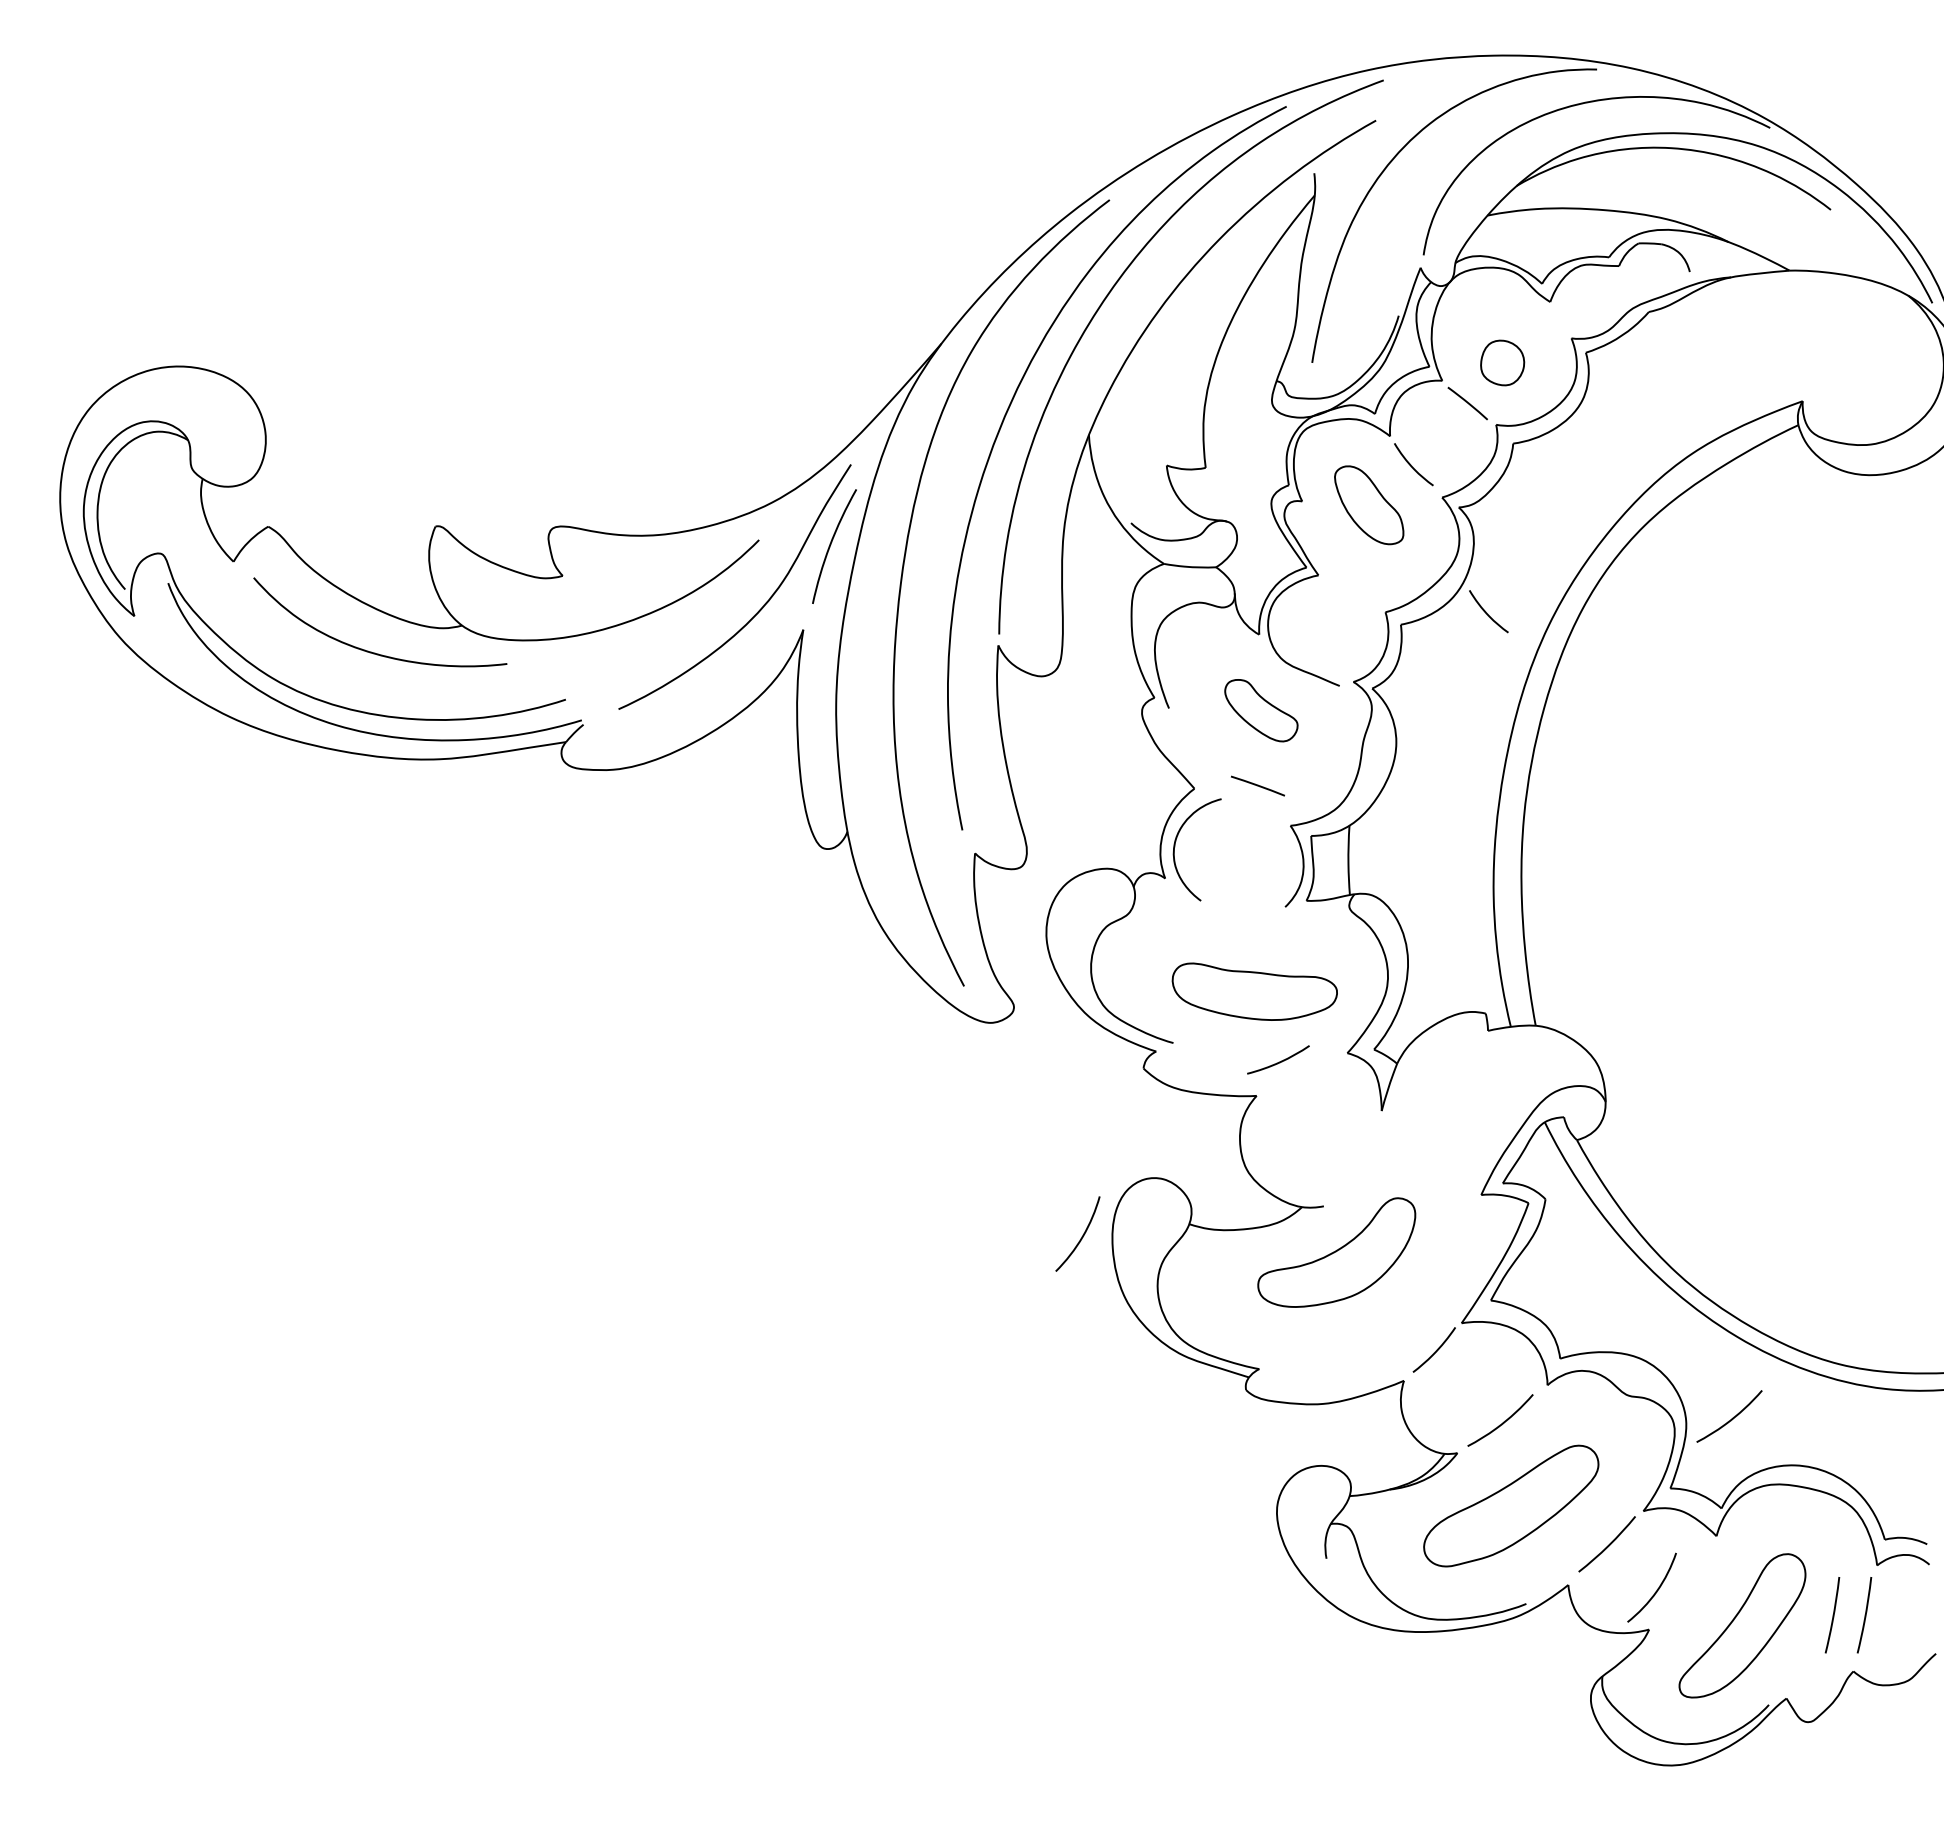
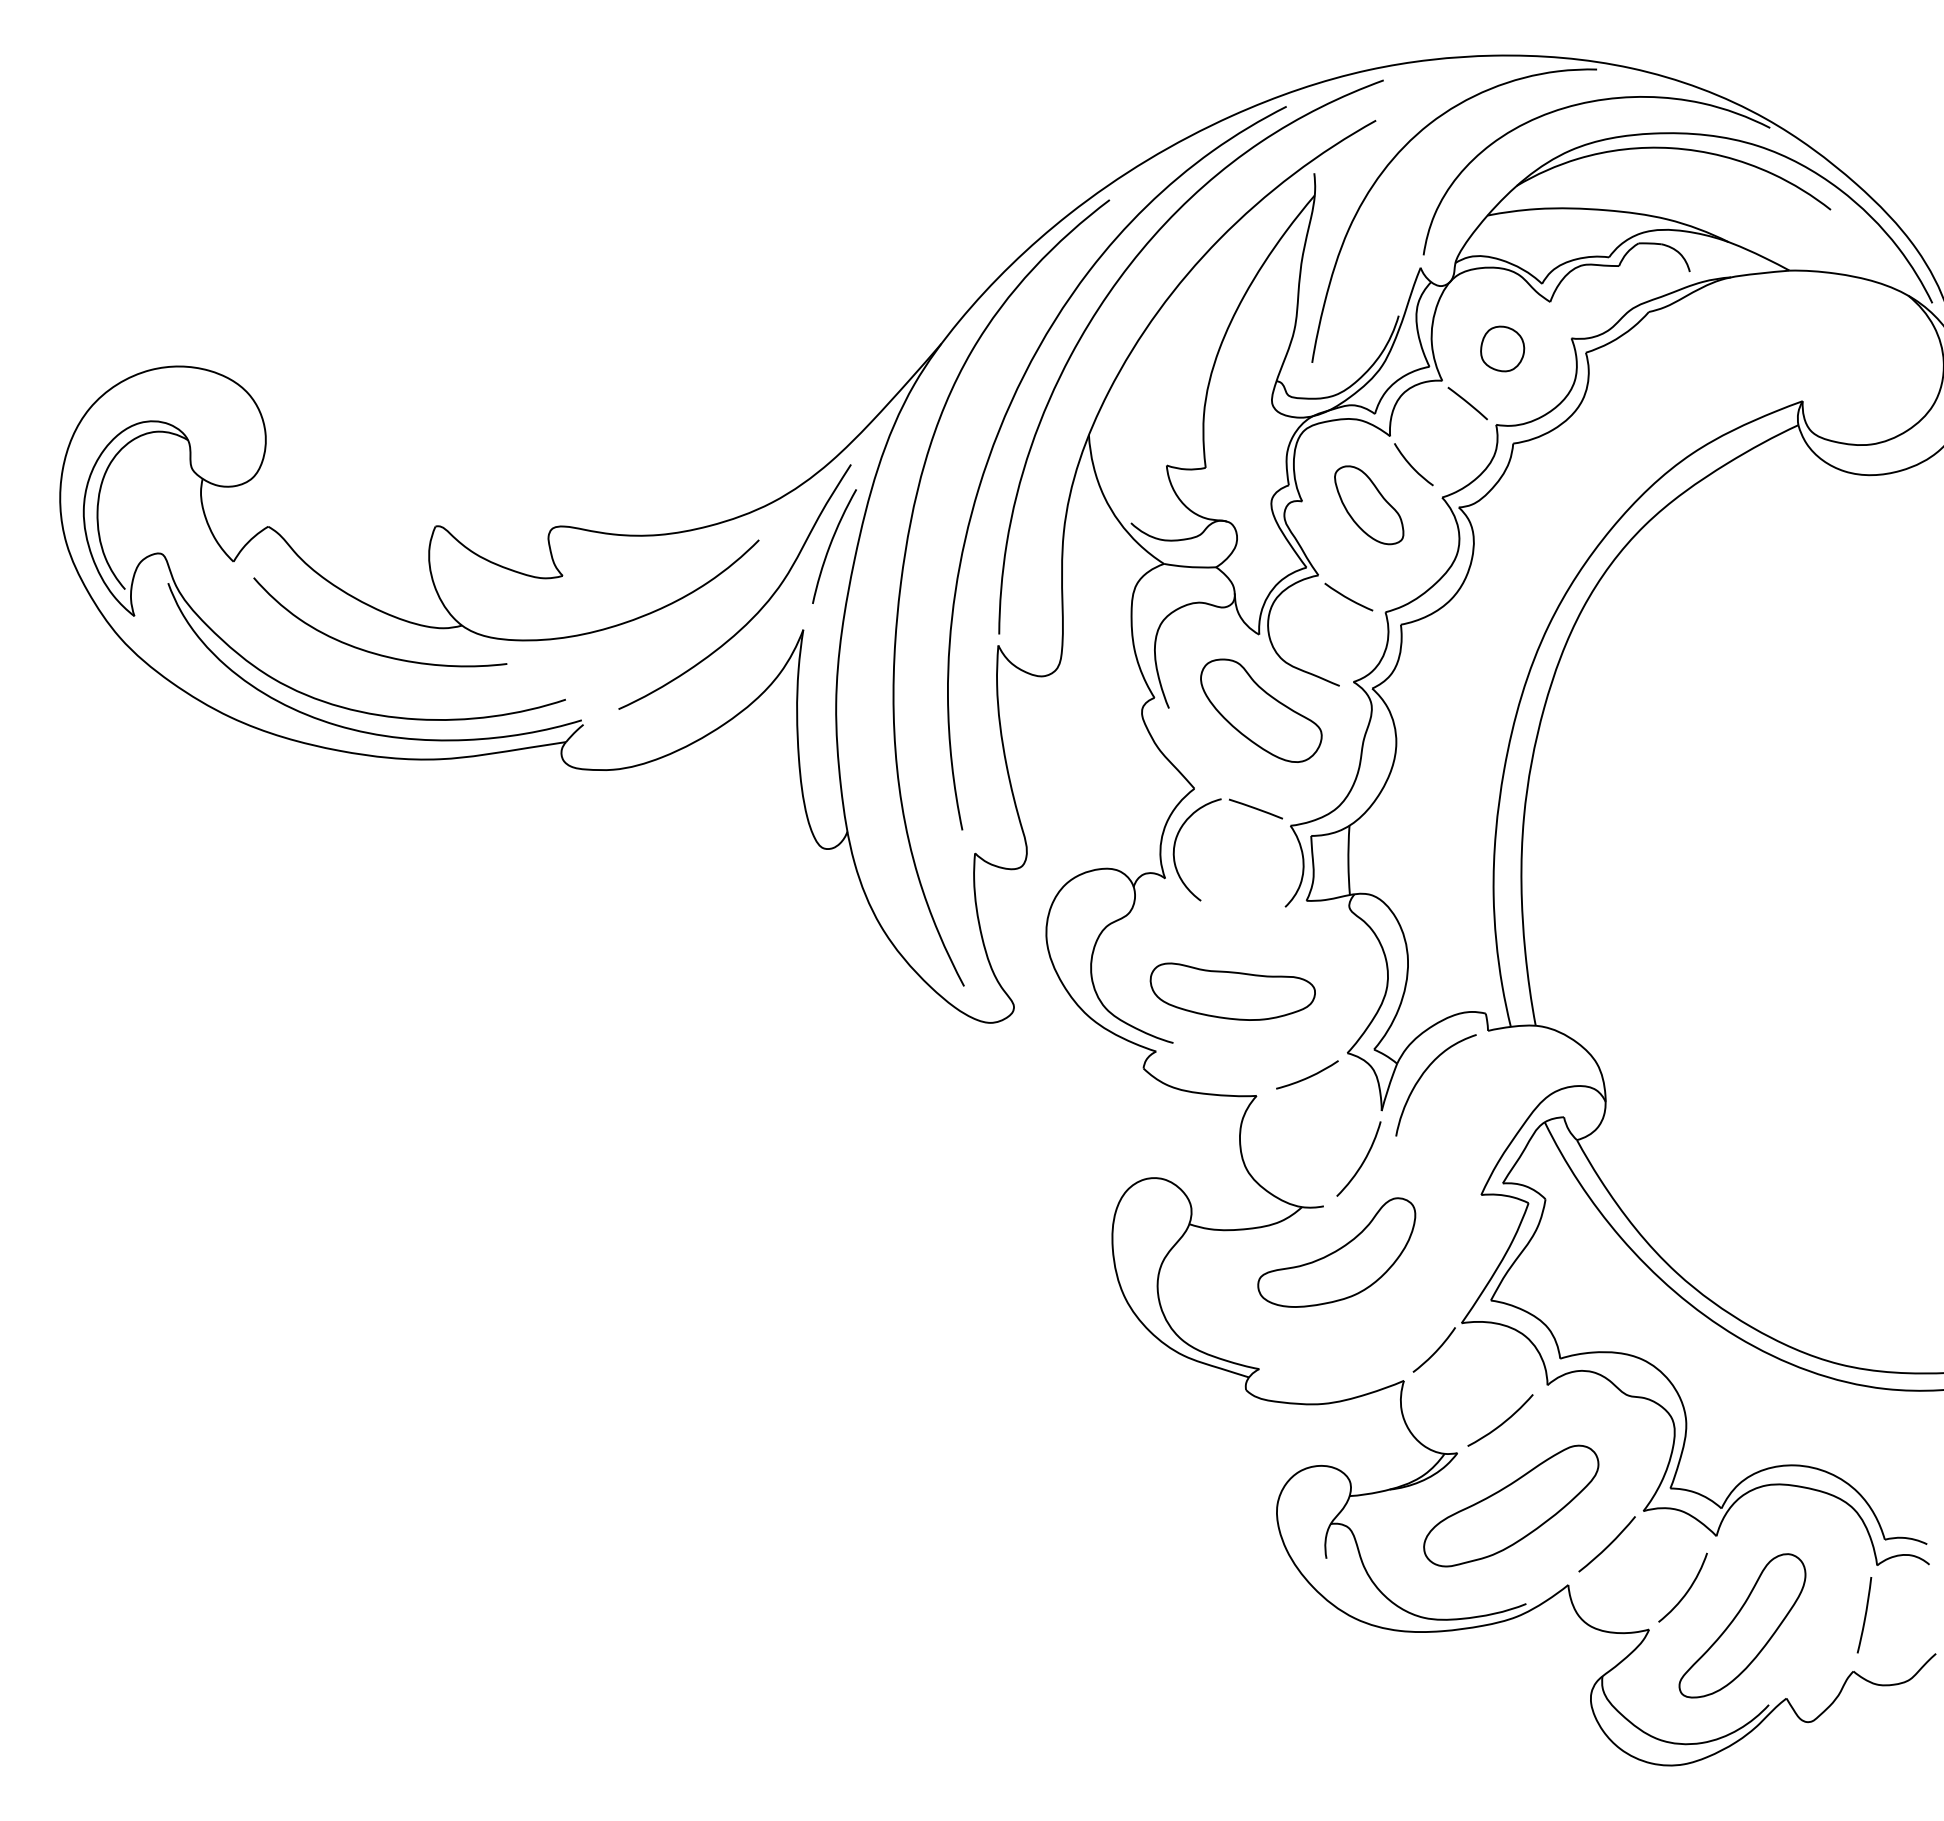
part at (1502, 362) position: (1502, 362) -> (1502, 348)
curve at (1348, 597): none -> present
curve at (1486, 611): present -> none
part at (1261, 710) size: 75x64 px -> 123x105 px
line at (1257, 785) position: (1257, 785) -> (1255, 808)
part at (1254, 991) position: (1254, 991) -> (1232, 991)
curve at (1279, 1061) position: (1279, 1061) -> (1308, 1076)
curve at (1422, 1076): none -> present
curve at (1081, 1236) position: (1081, 1236) -> (1362, 1161)
curve at (1731, 1418): present -> none
curve at (1655, 1591) position: (1655, 1591) -> (1686, 1591)
curve at (1832, 1615): present -> none
